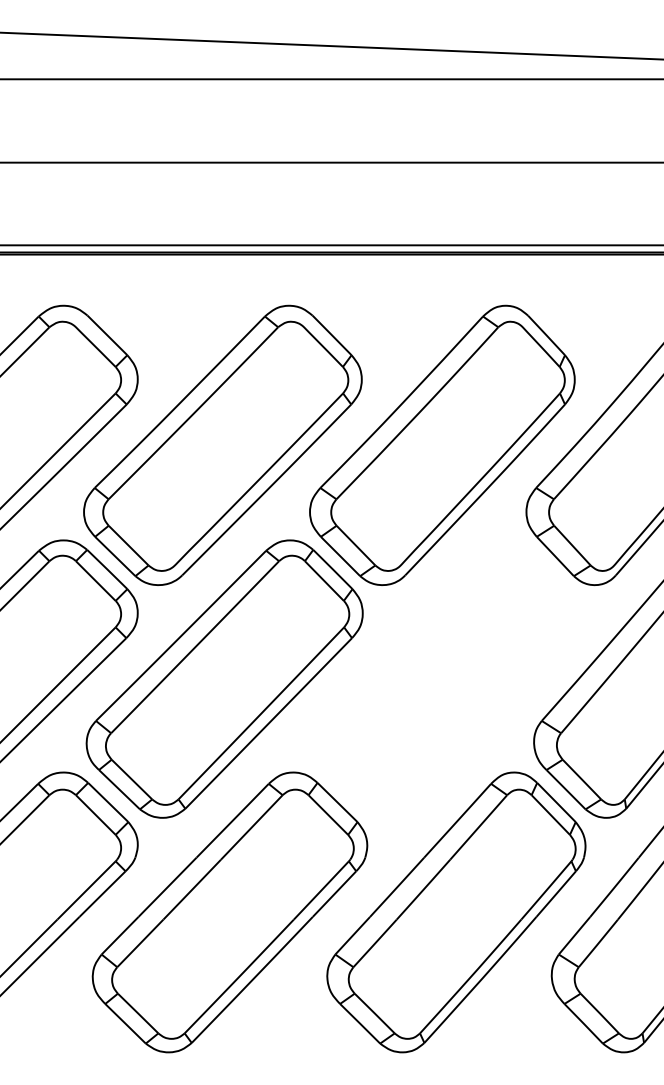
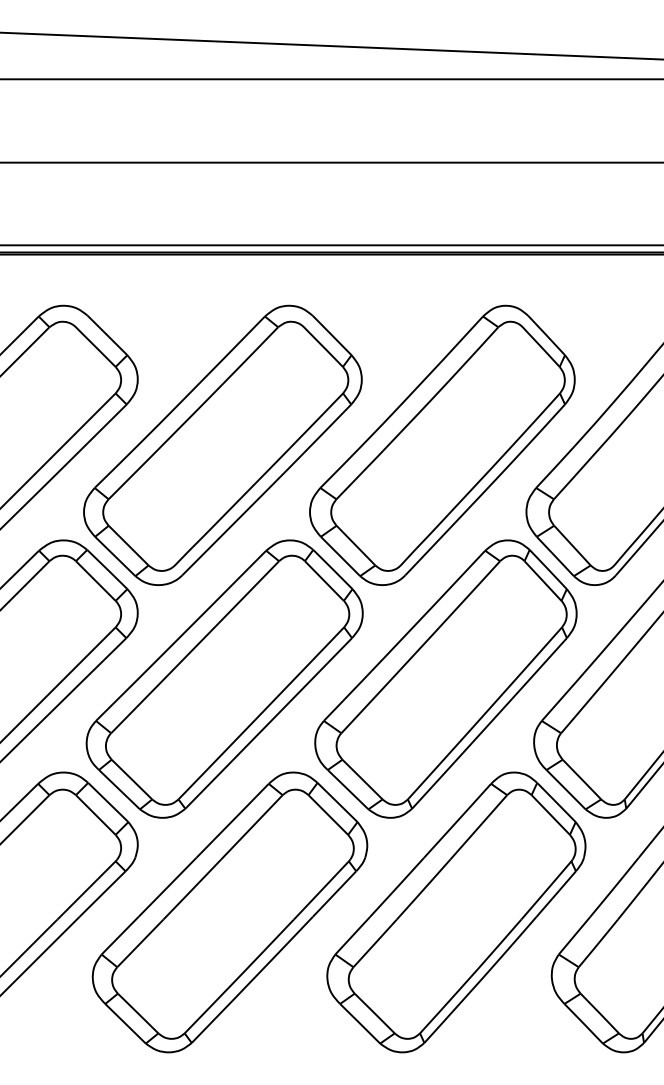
part at (445, 678): none -> present
